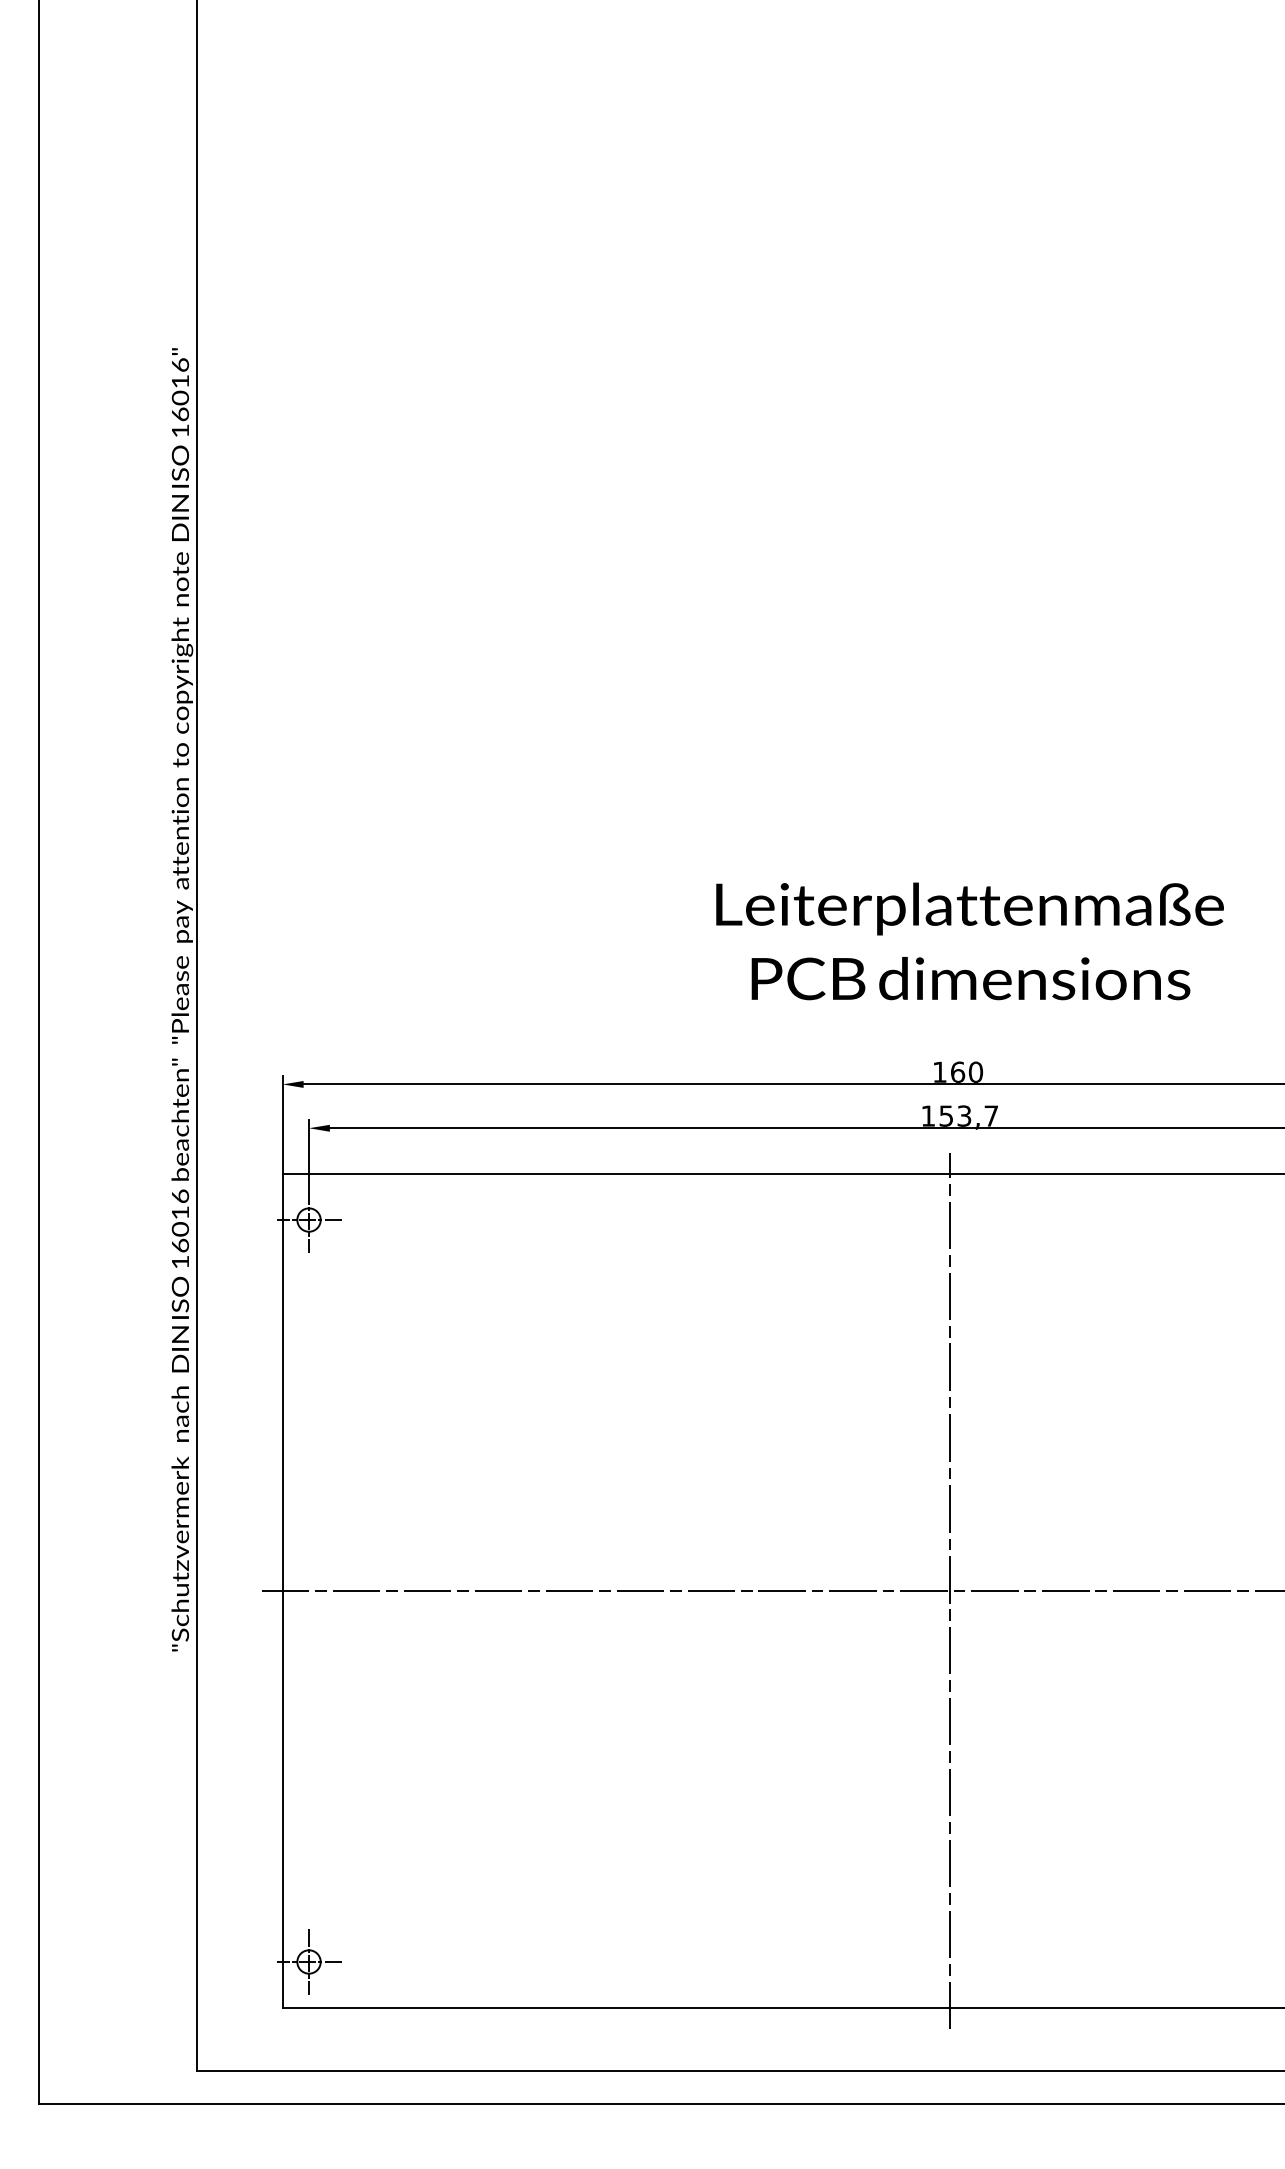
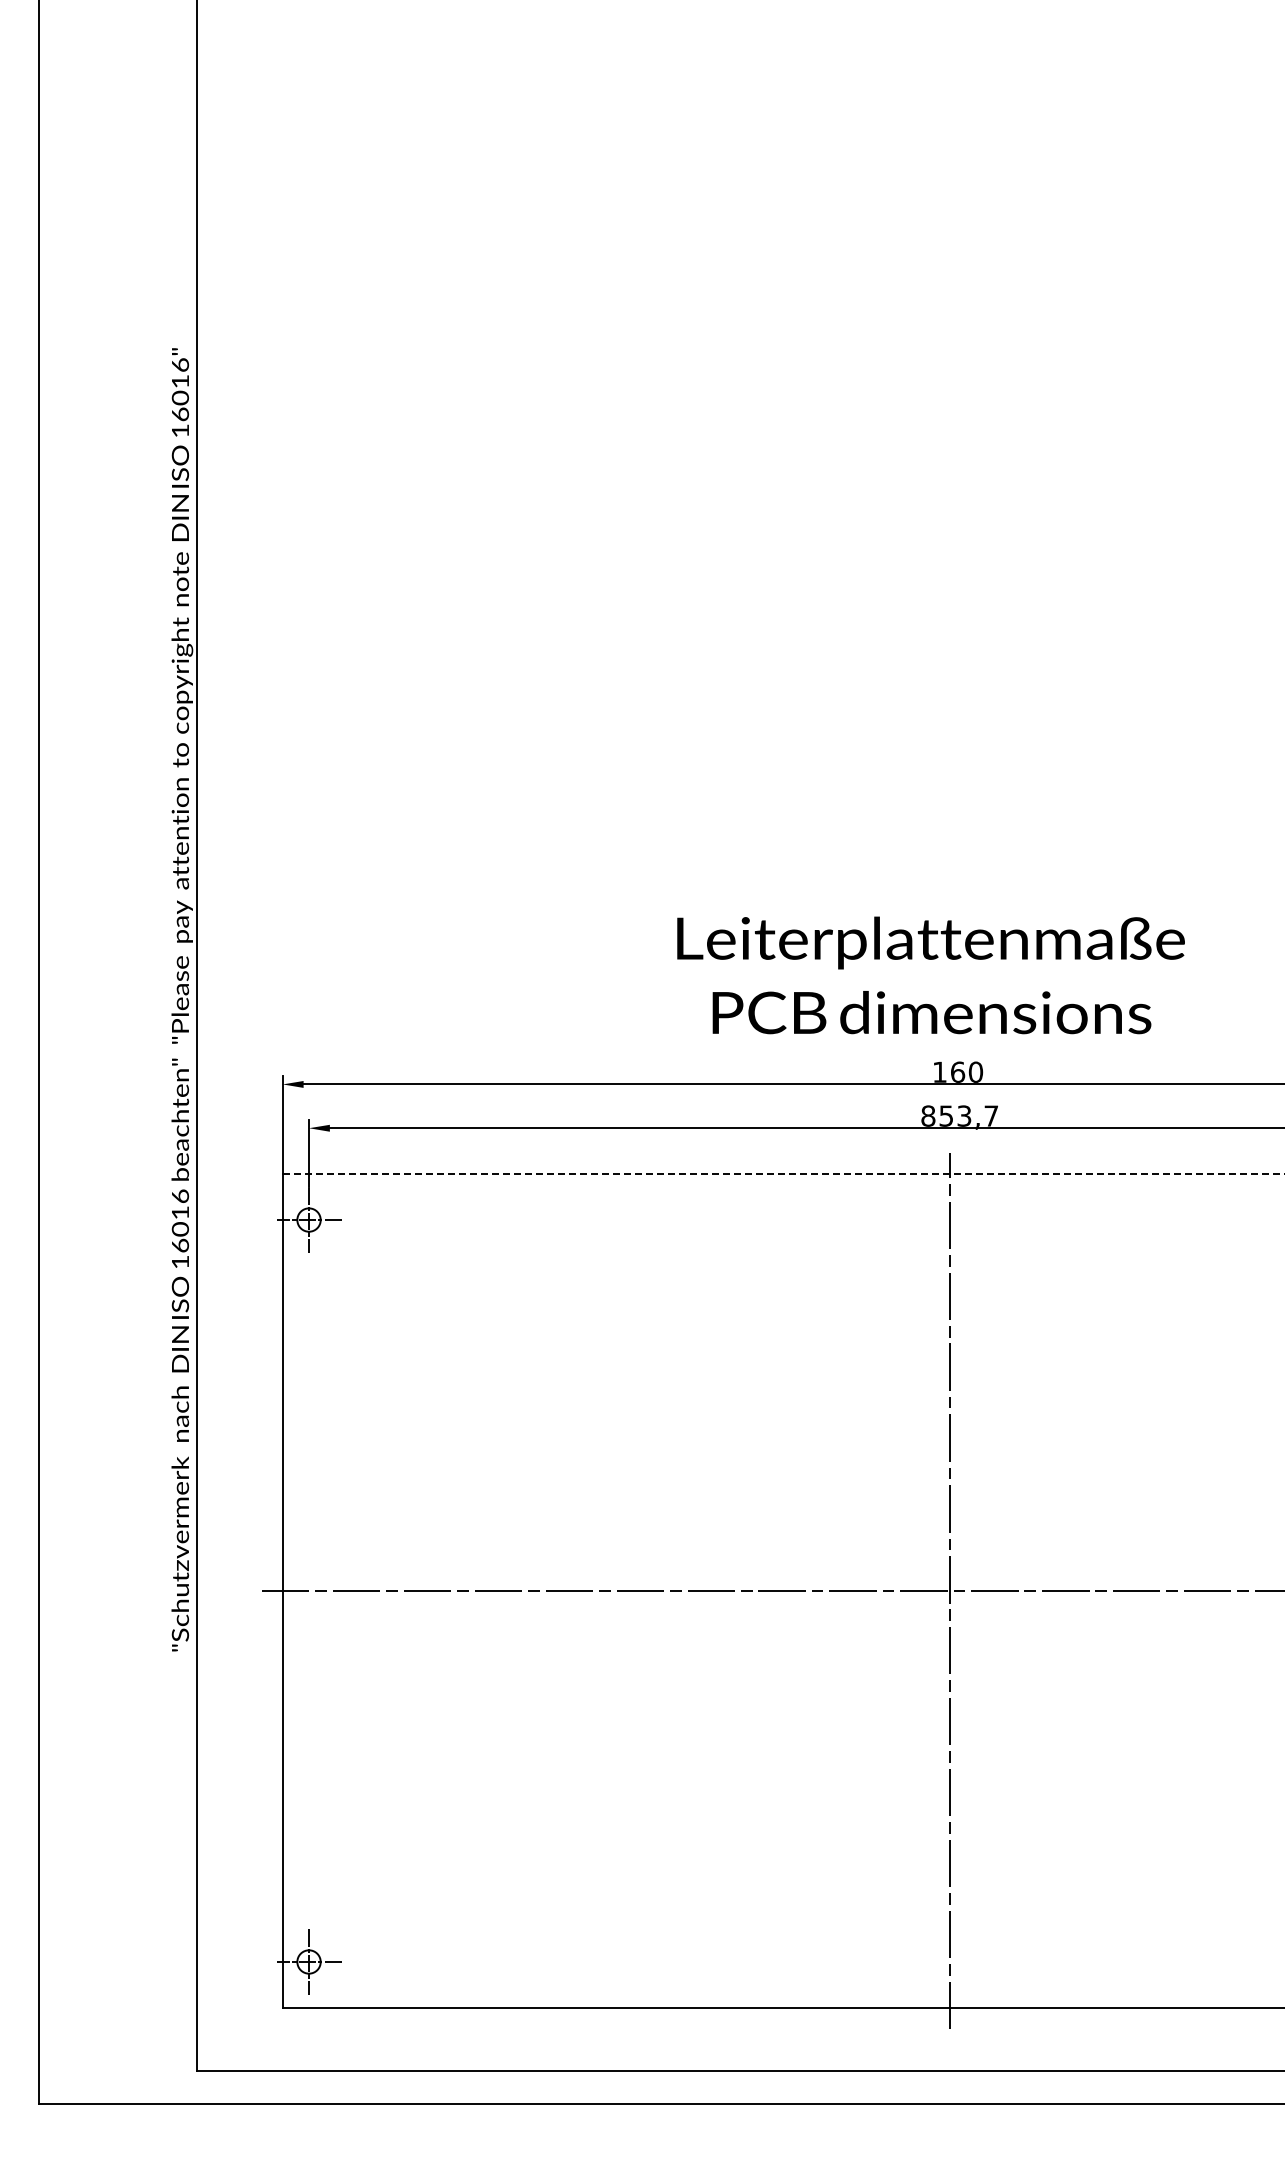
text at (969, 941) position: (969, 941) -> (930, 975)
text at (928, 1115): 153,7 -> 853,7
line at (783, 1173): solid -> dashed
